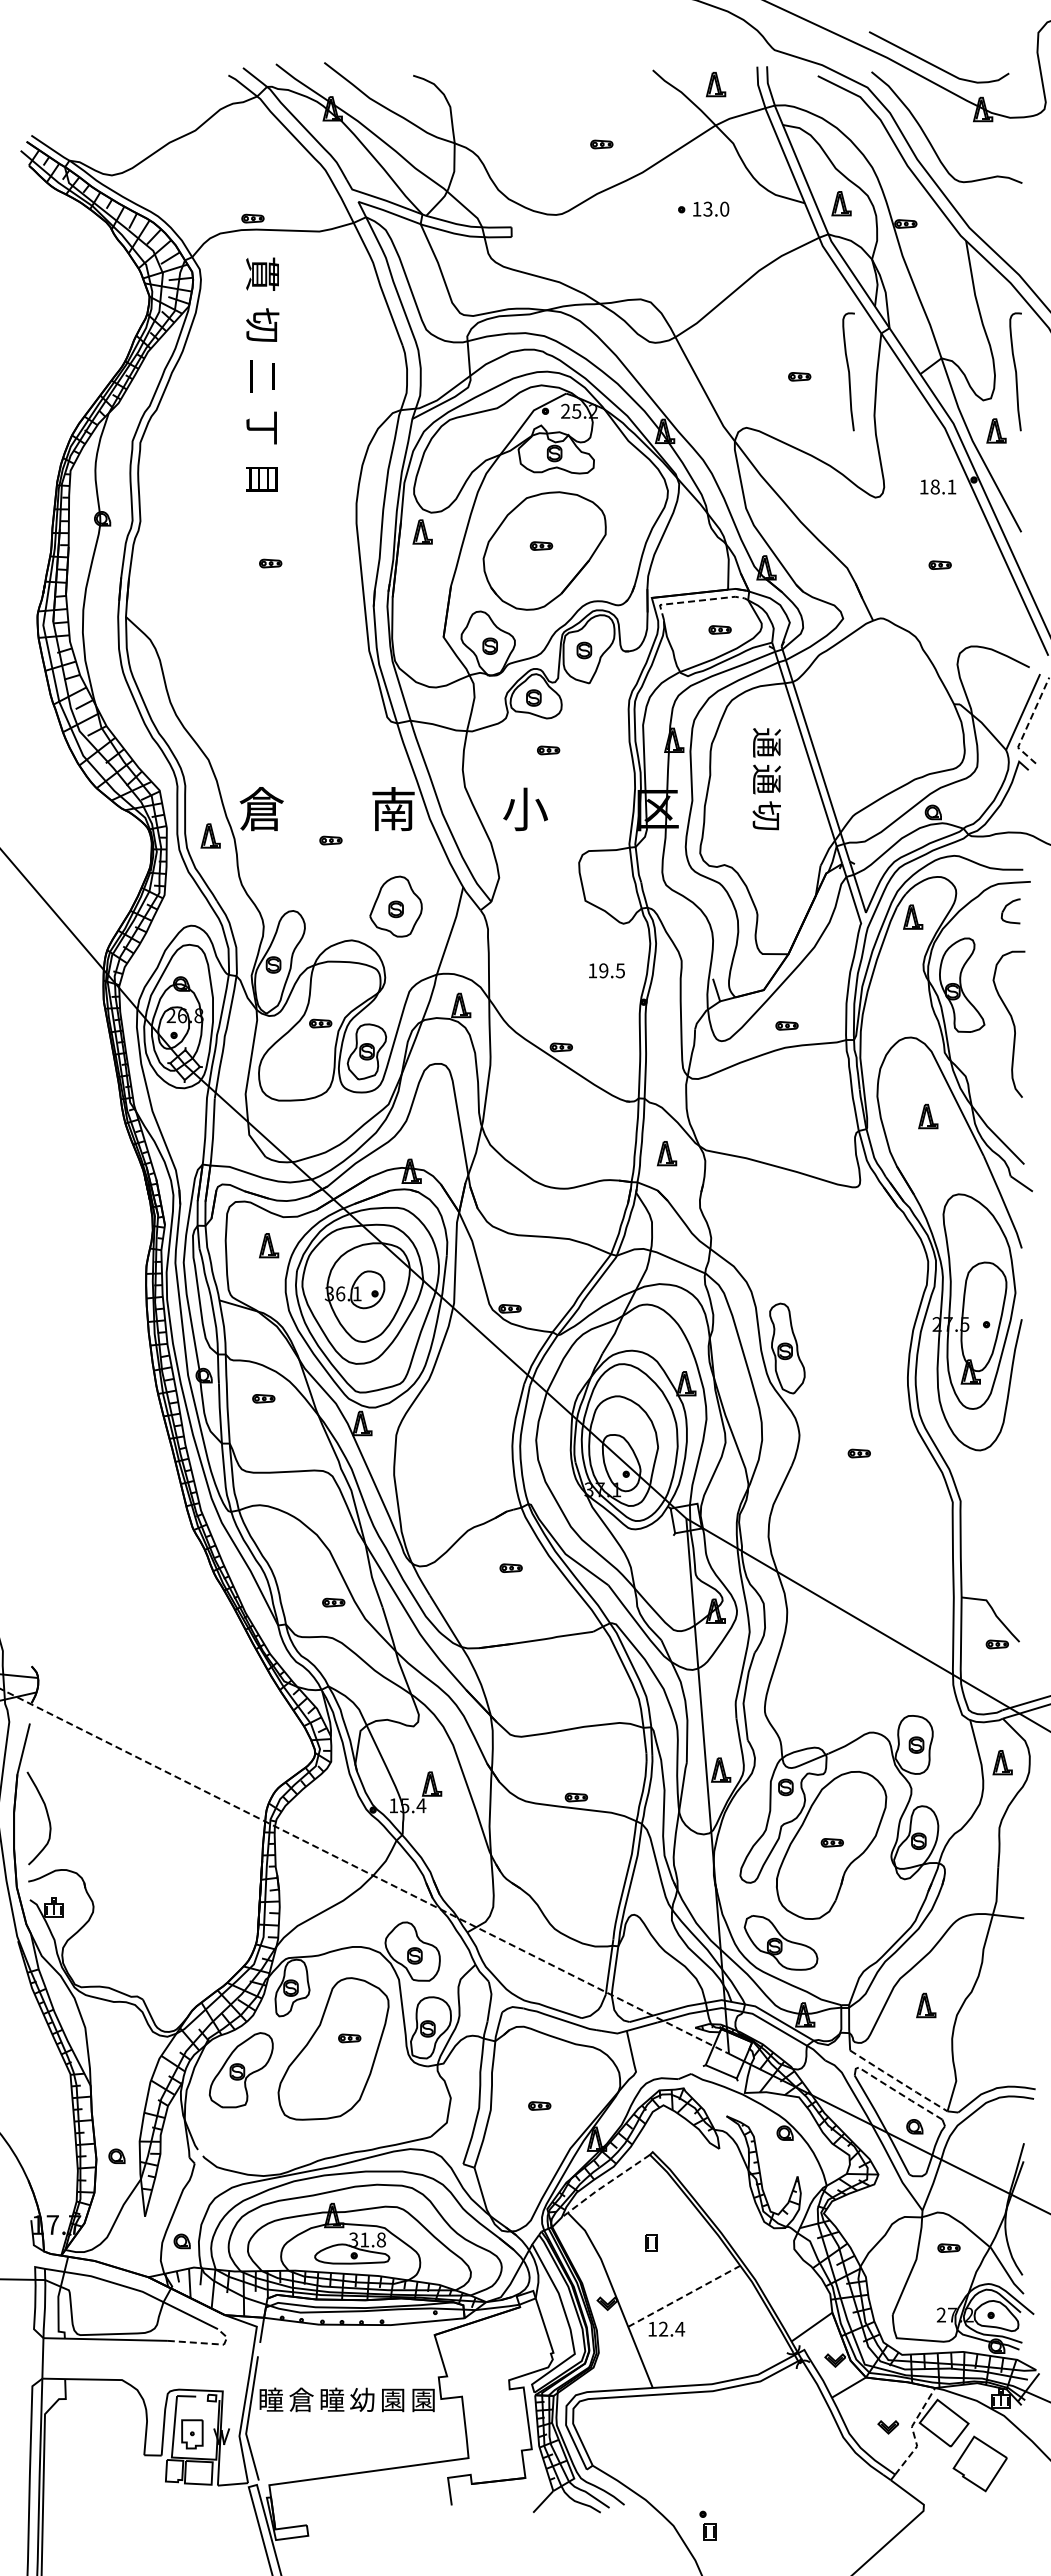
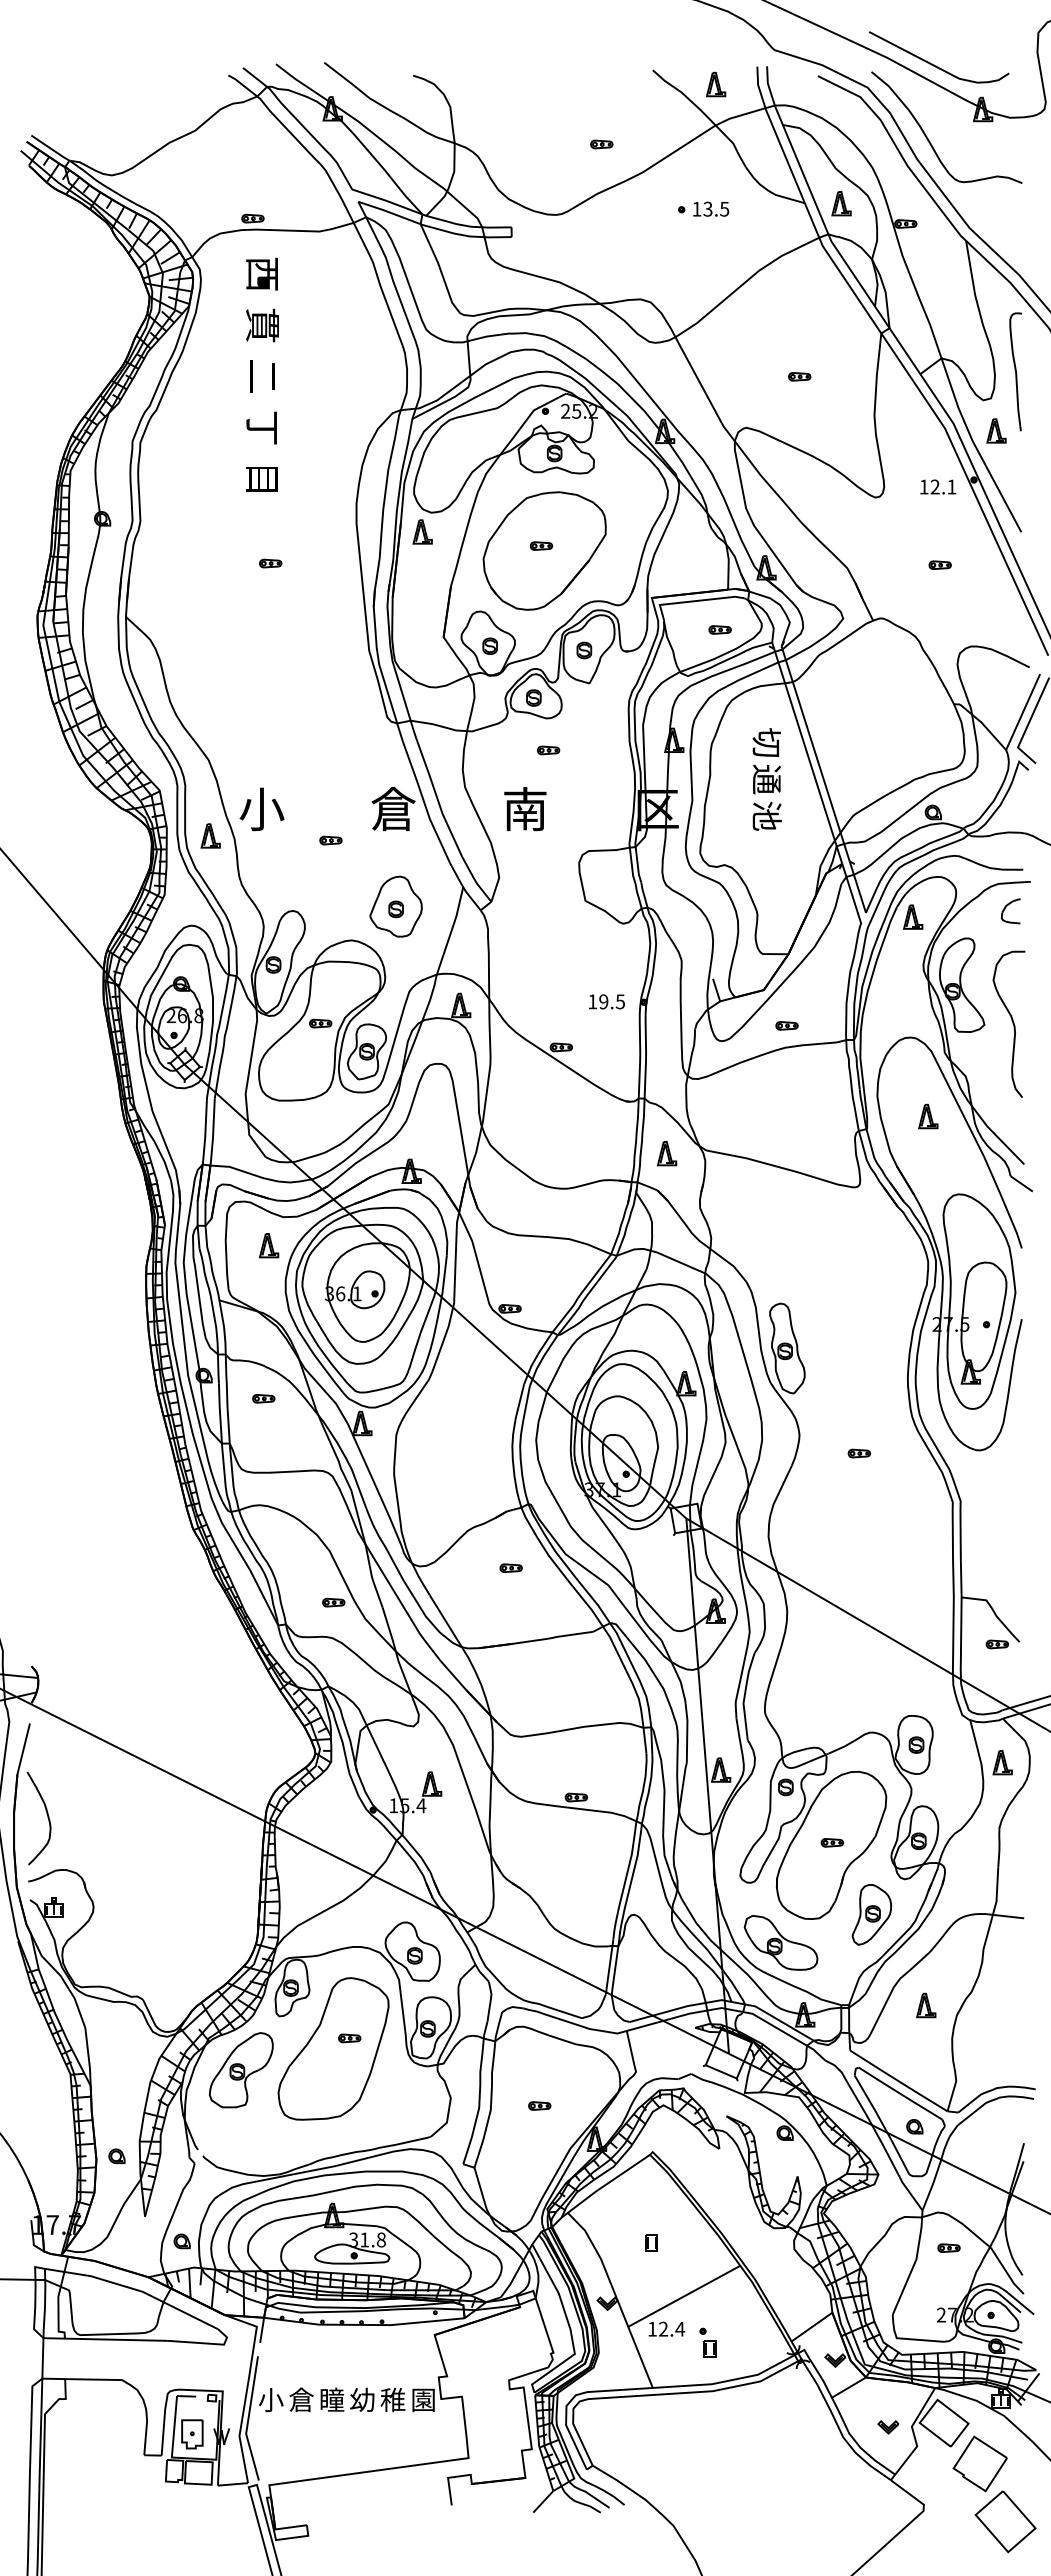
text at (724, 208): 13.0 -> 13.5
text at (262, 273): 貫 -> 西
text at (262, 325): 切 -> 貫
curve at (848, 371): present -> none
text at (934, 486): 18.1 -> 12.1
line at (694, 601): dashed -> solid
line at (1028, 723): dashed -> solid
text at (766, 742): 通 -> 切
text at (261, 809): 倉 -> 小
text at (393, 809): 南 -> 倉
text at (525, 809): 小 -> 南
text at (766, 815): 切 -> 池
text at (606, 970) position: (606, 970) -> (606, 1001)
line at (364, 1871): dashed -> solid
part at (871, 1914): none -> present
line at (899, 2081): dashed -> solid
line at (900, 2093): dashed -> solid
line at (604, 2185): dashed -> solid
line at (684, 2296): dashed -> solid
line at (207, 2343): dashed -> solid
text at (270, 2399): 瞳 -> 小
text at (392, 2399): 園 -> 稚
line at (913, 2431): dashed -> solid
part at (1005, 2521): none -> present
part at (707, 2525) position: (707, 2525) -> (707, 2342)
